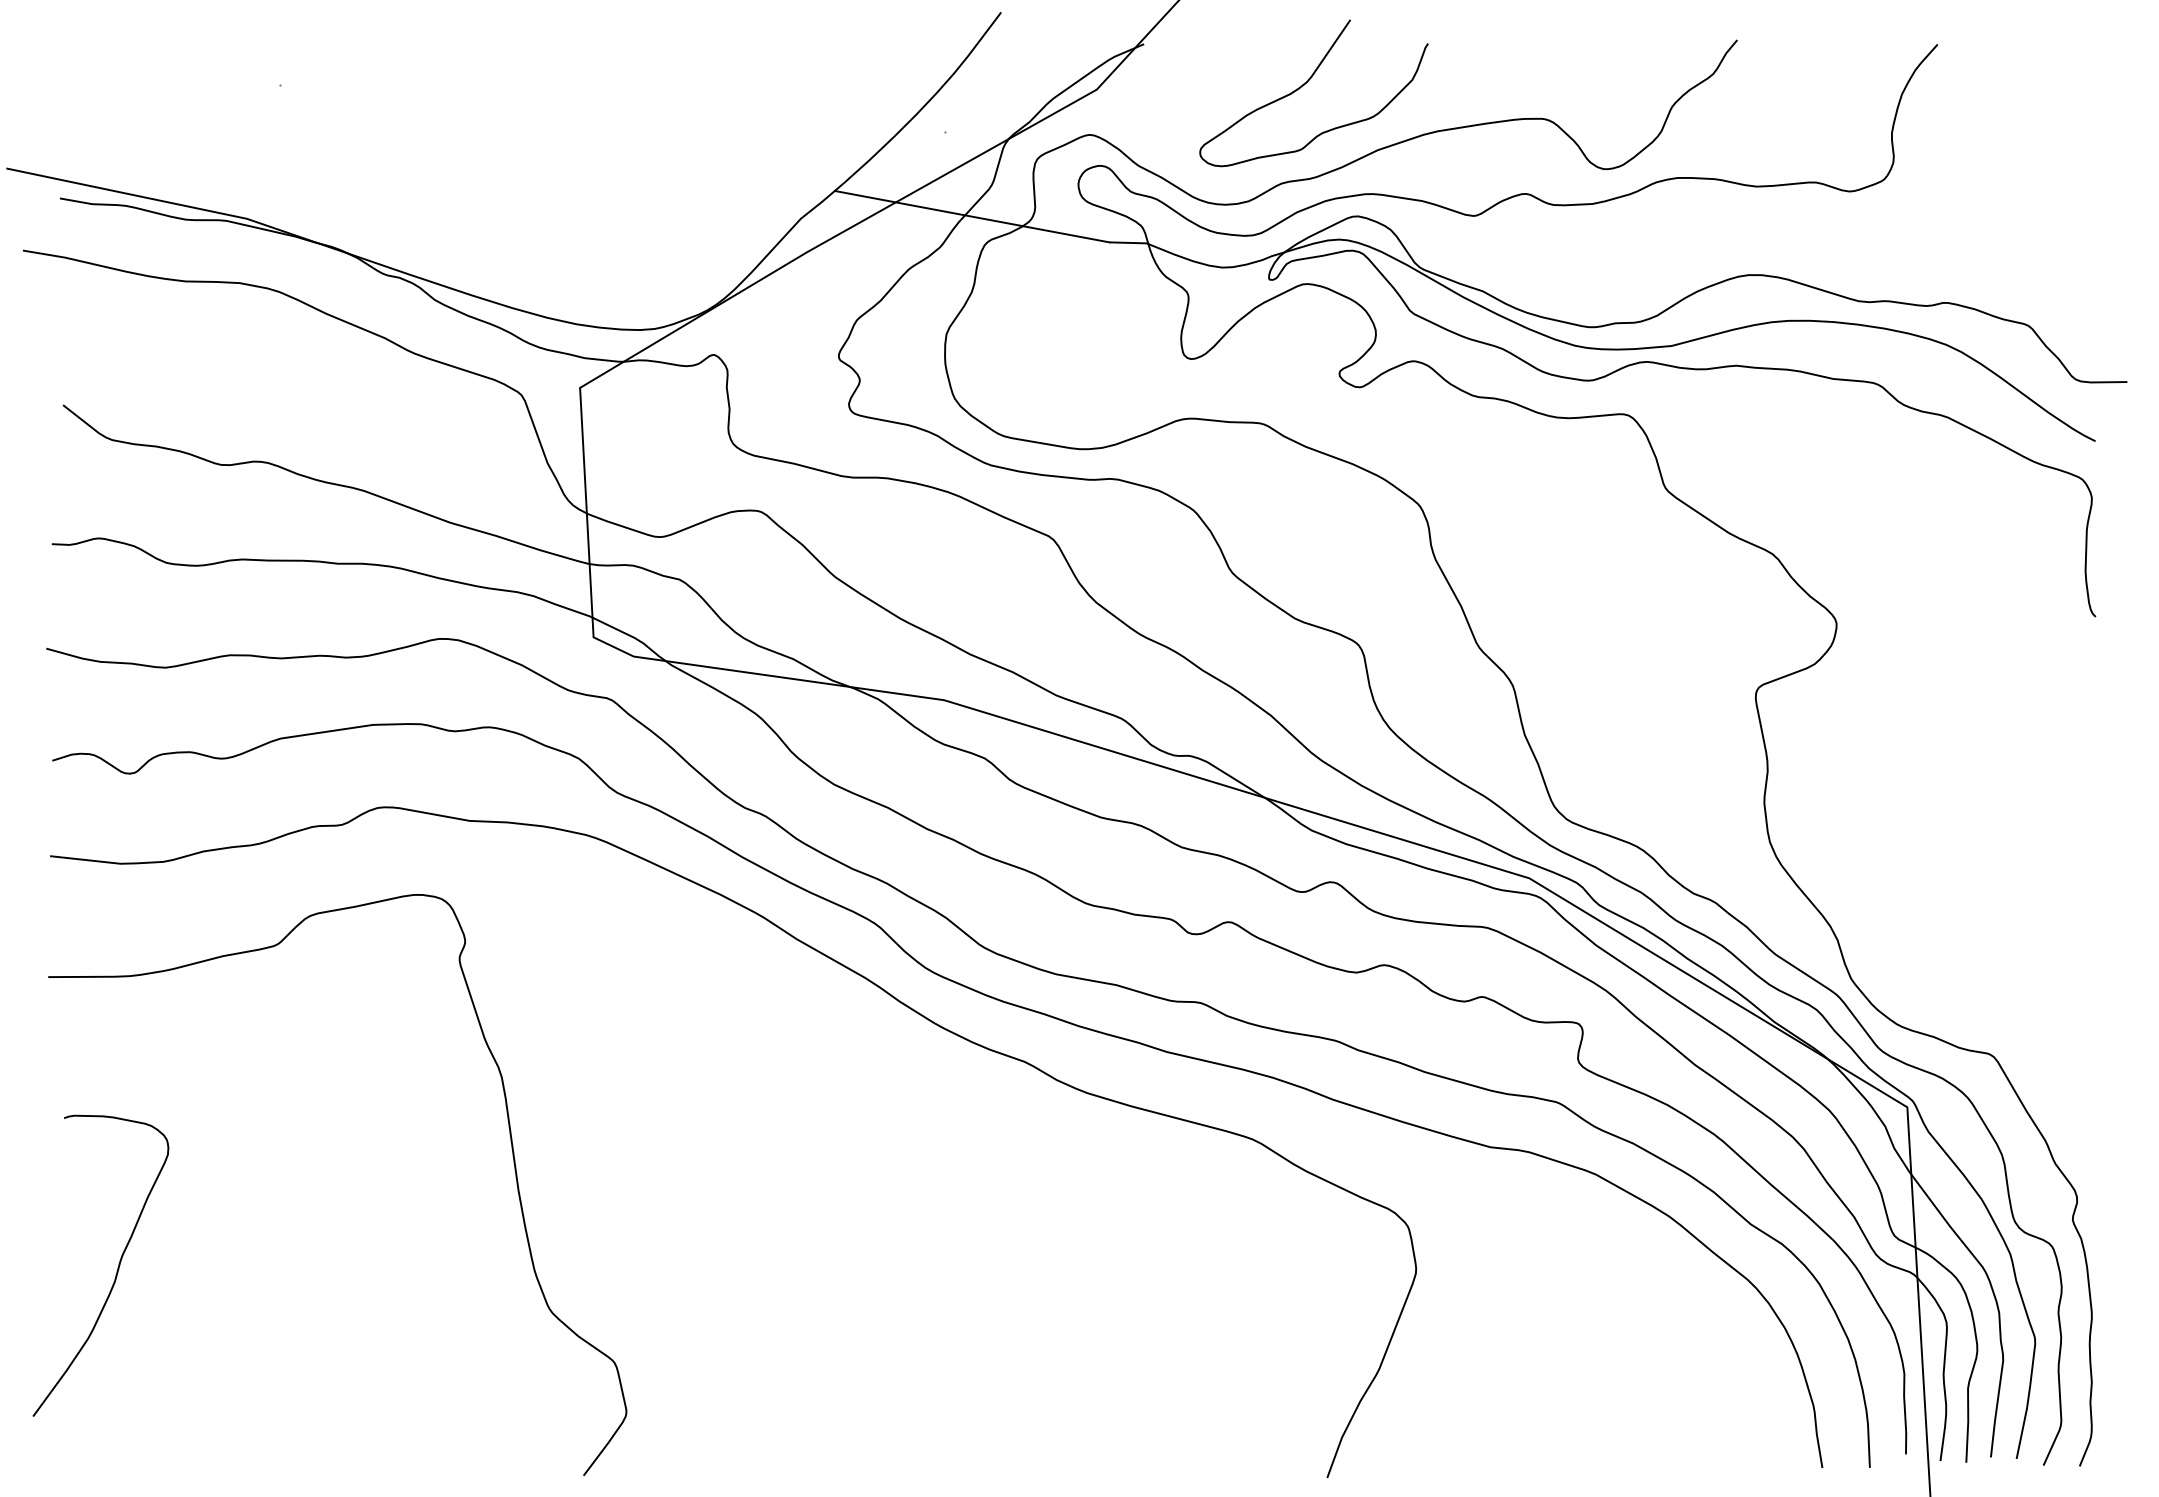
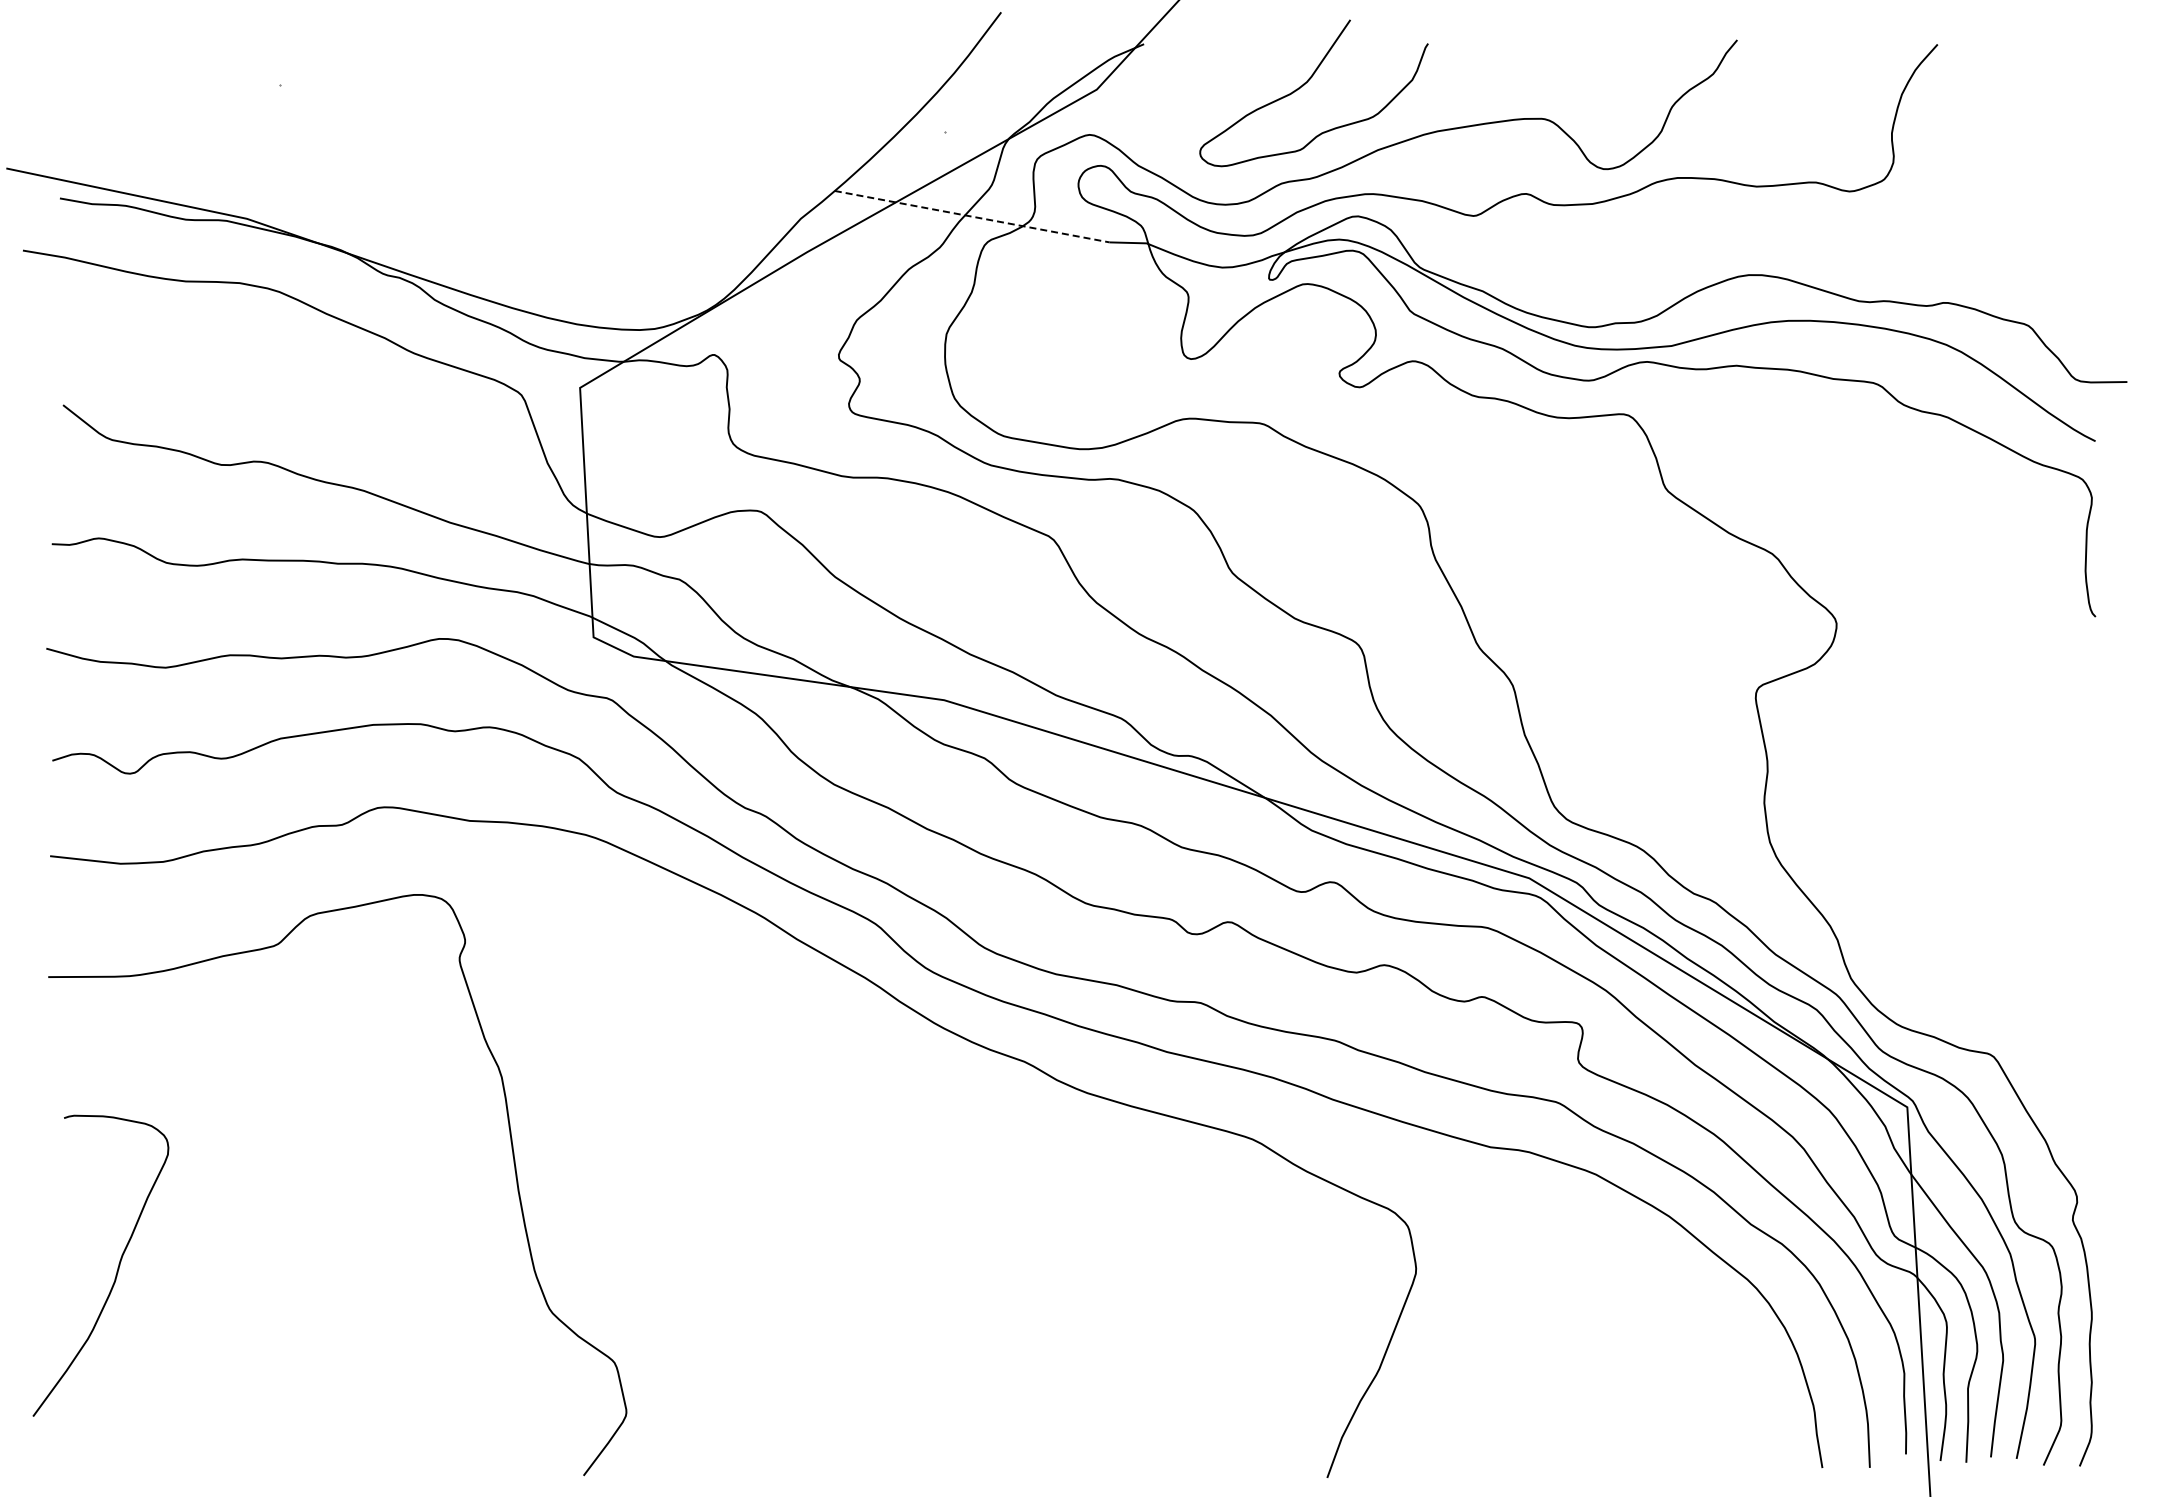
line at (972, 216): solid -> dashed
